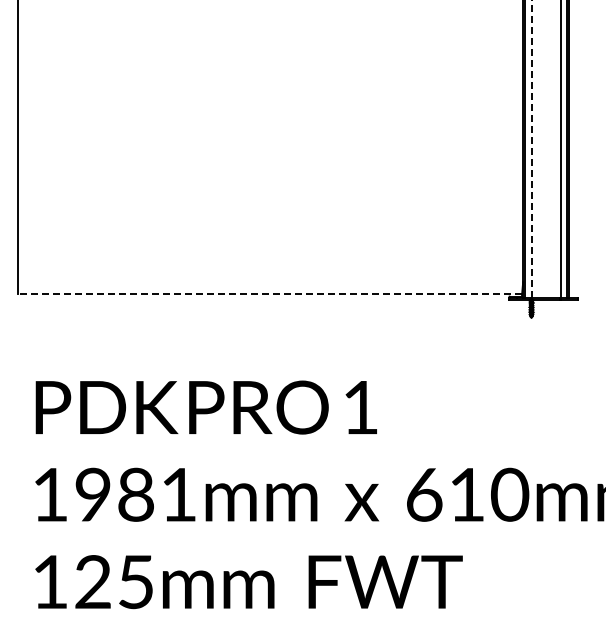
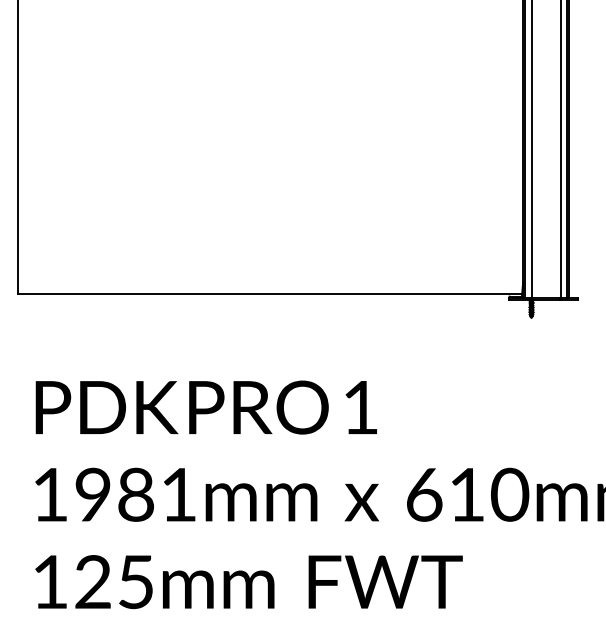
line at (531, 149): dashed -> solid
line at (270, 293): dashed -> solid
